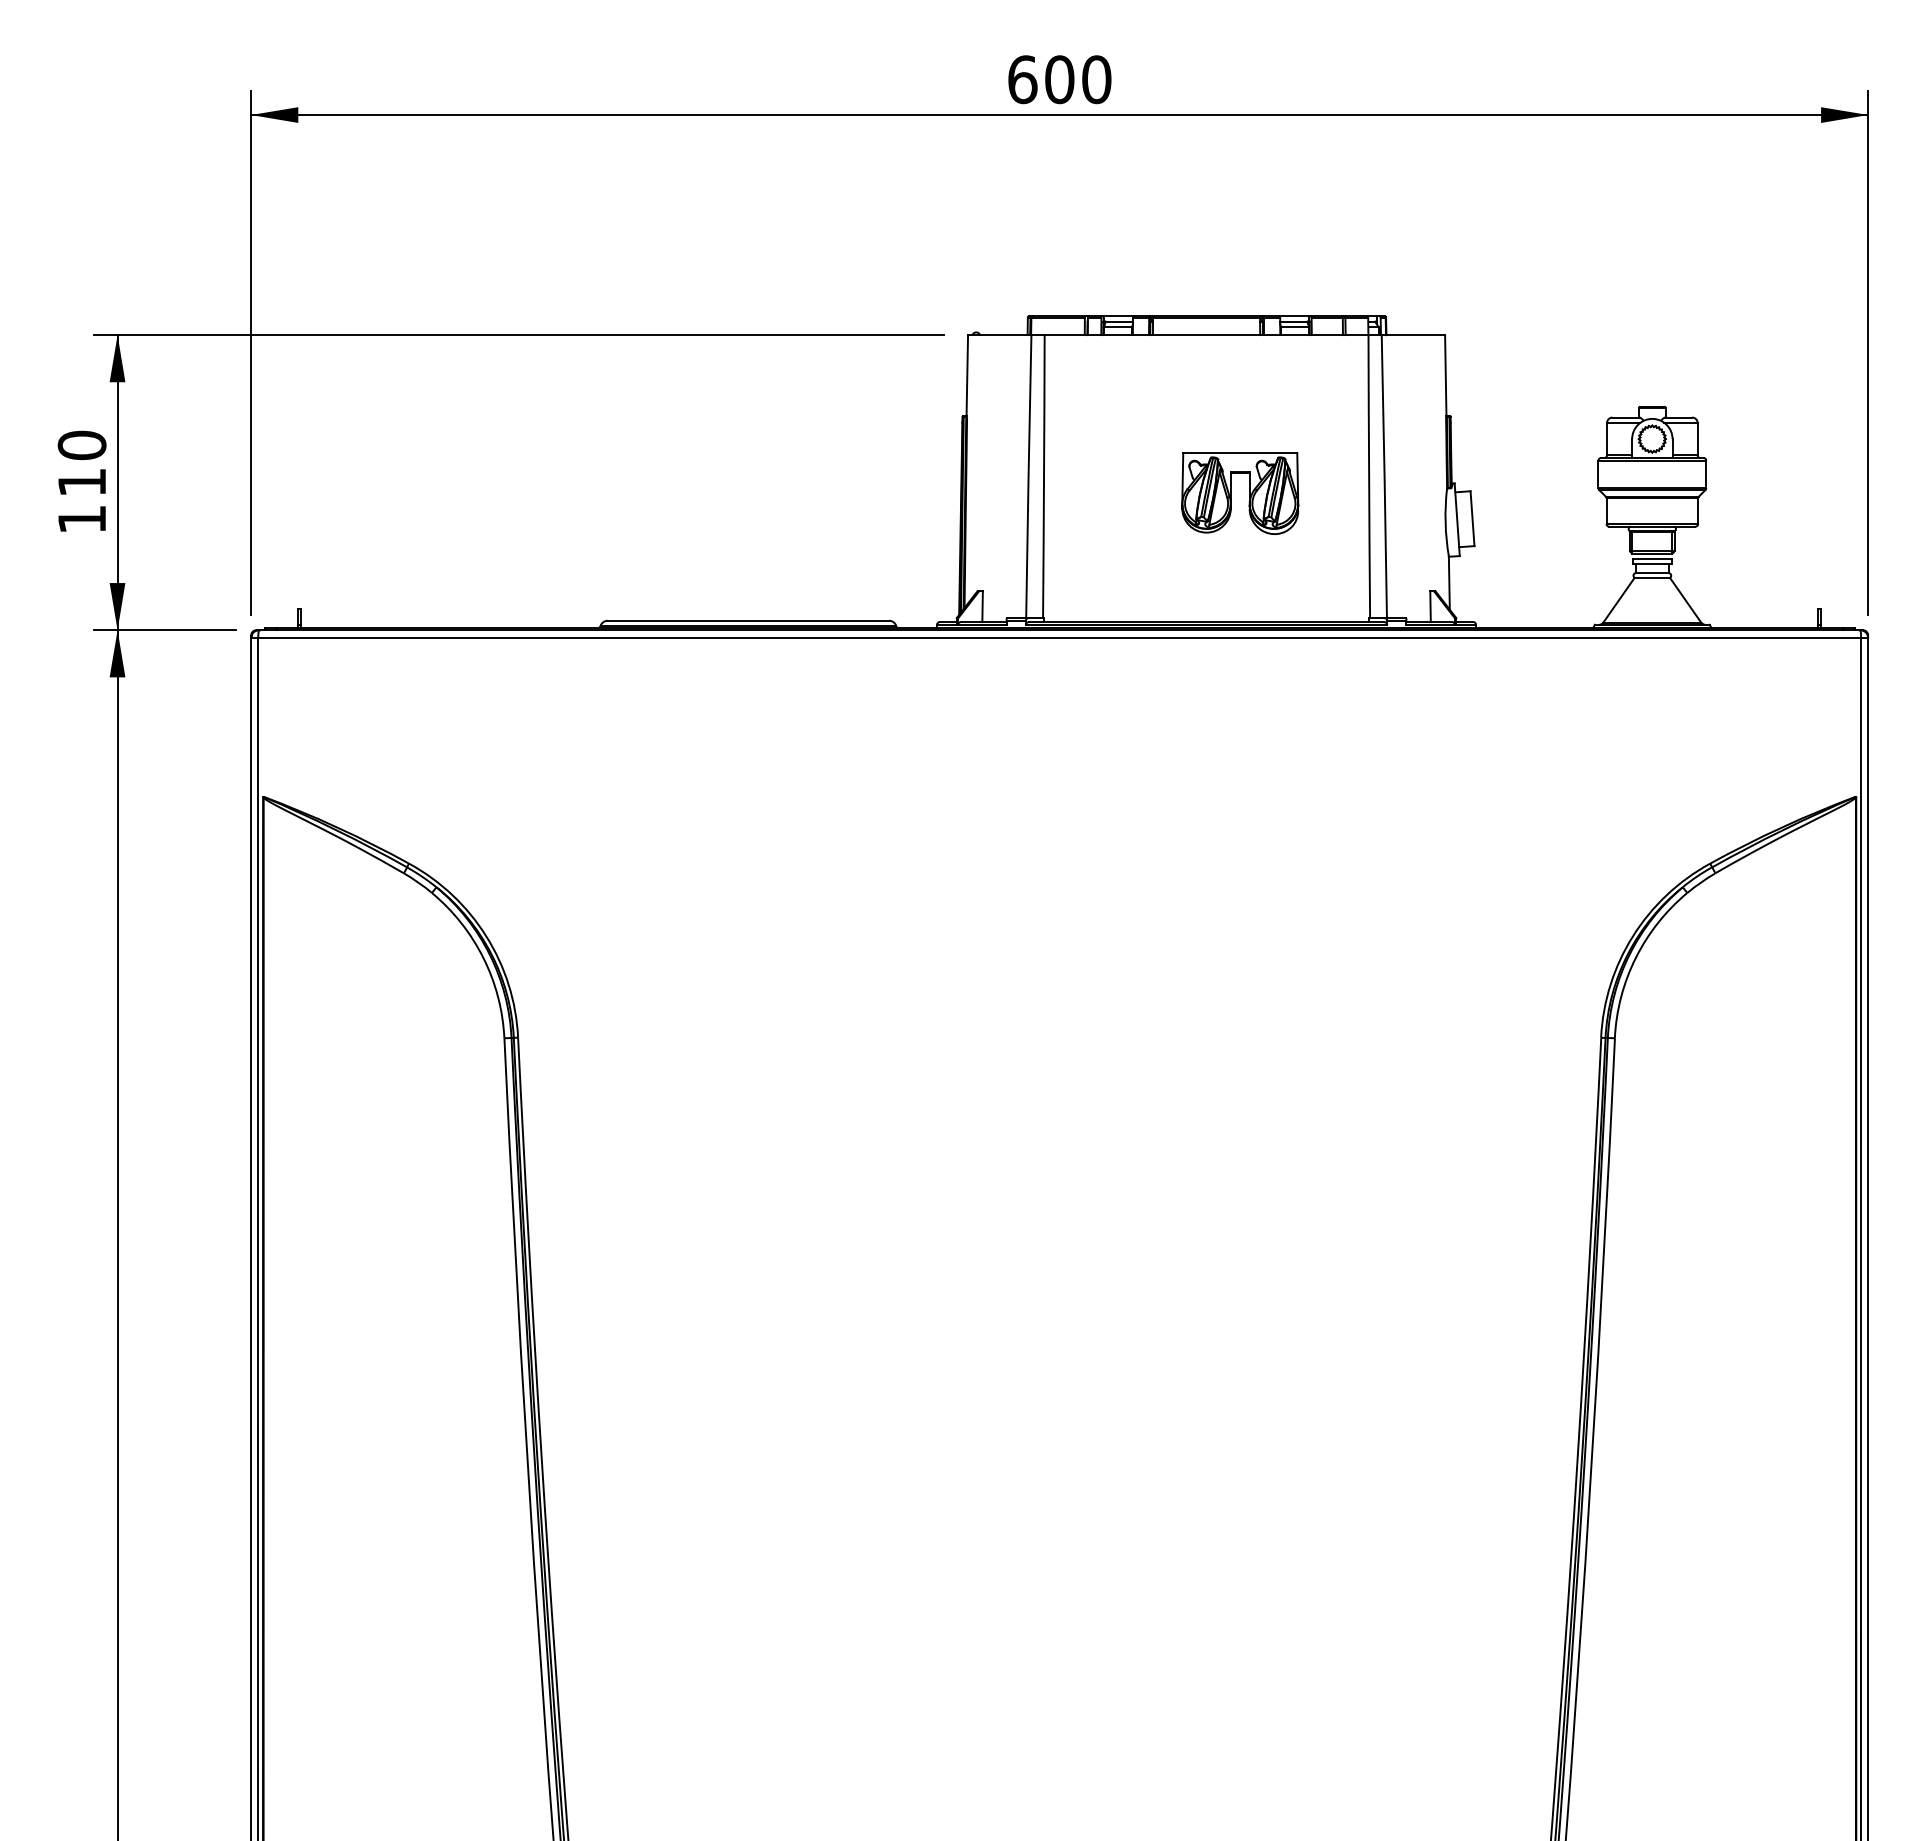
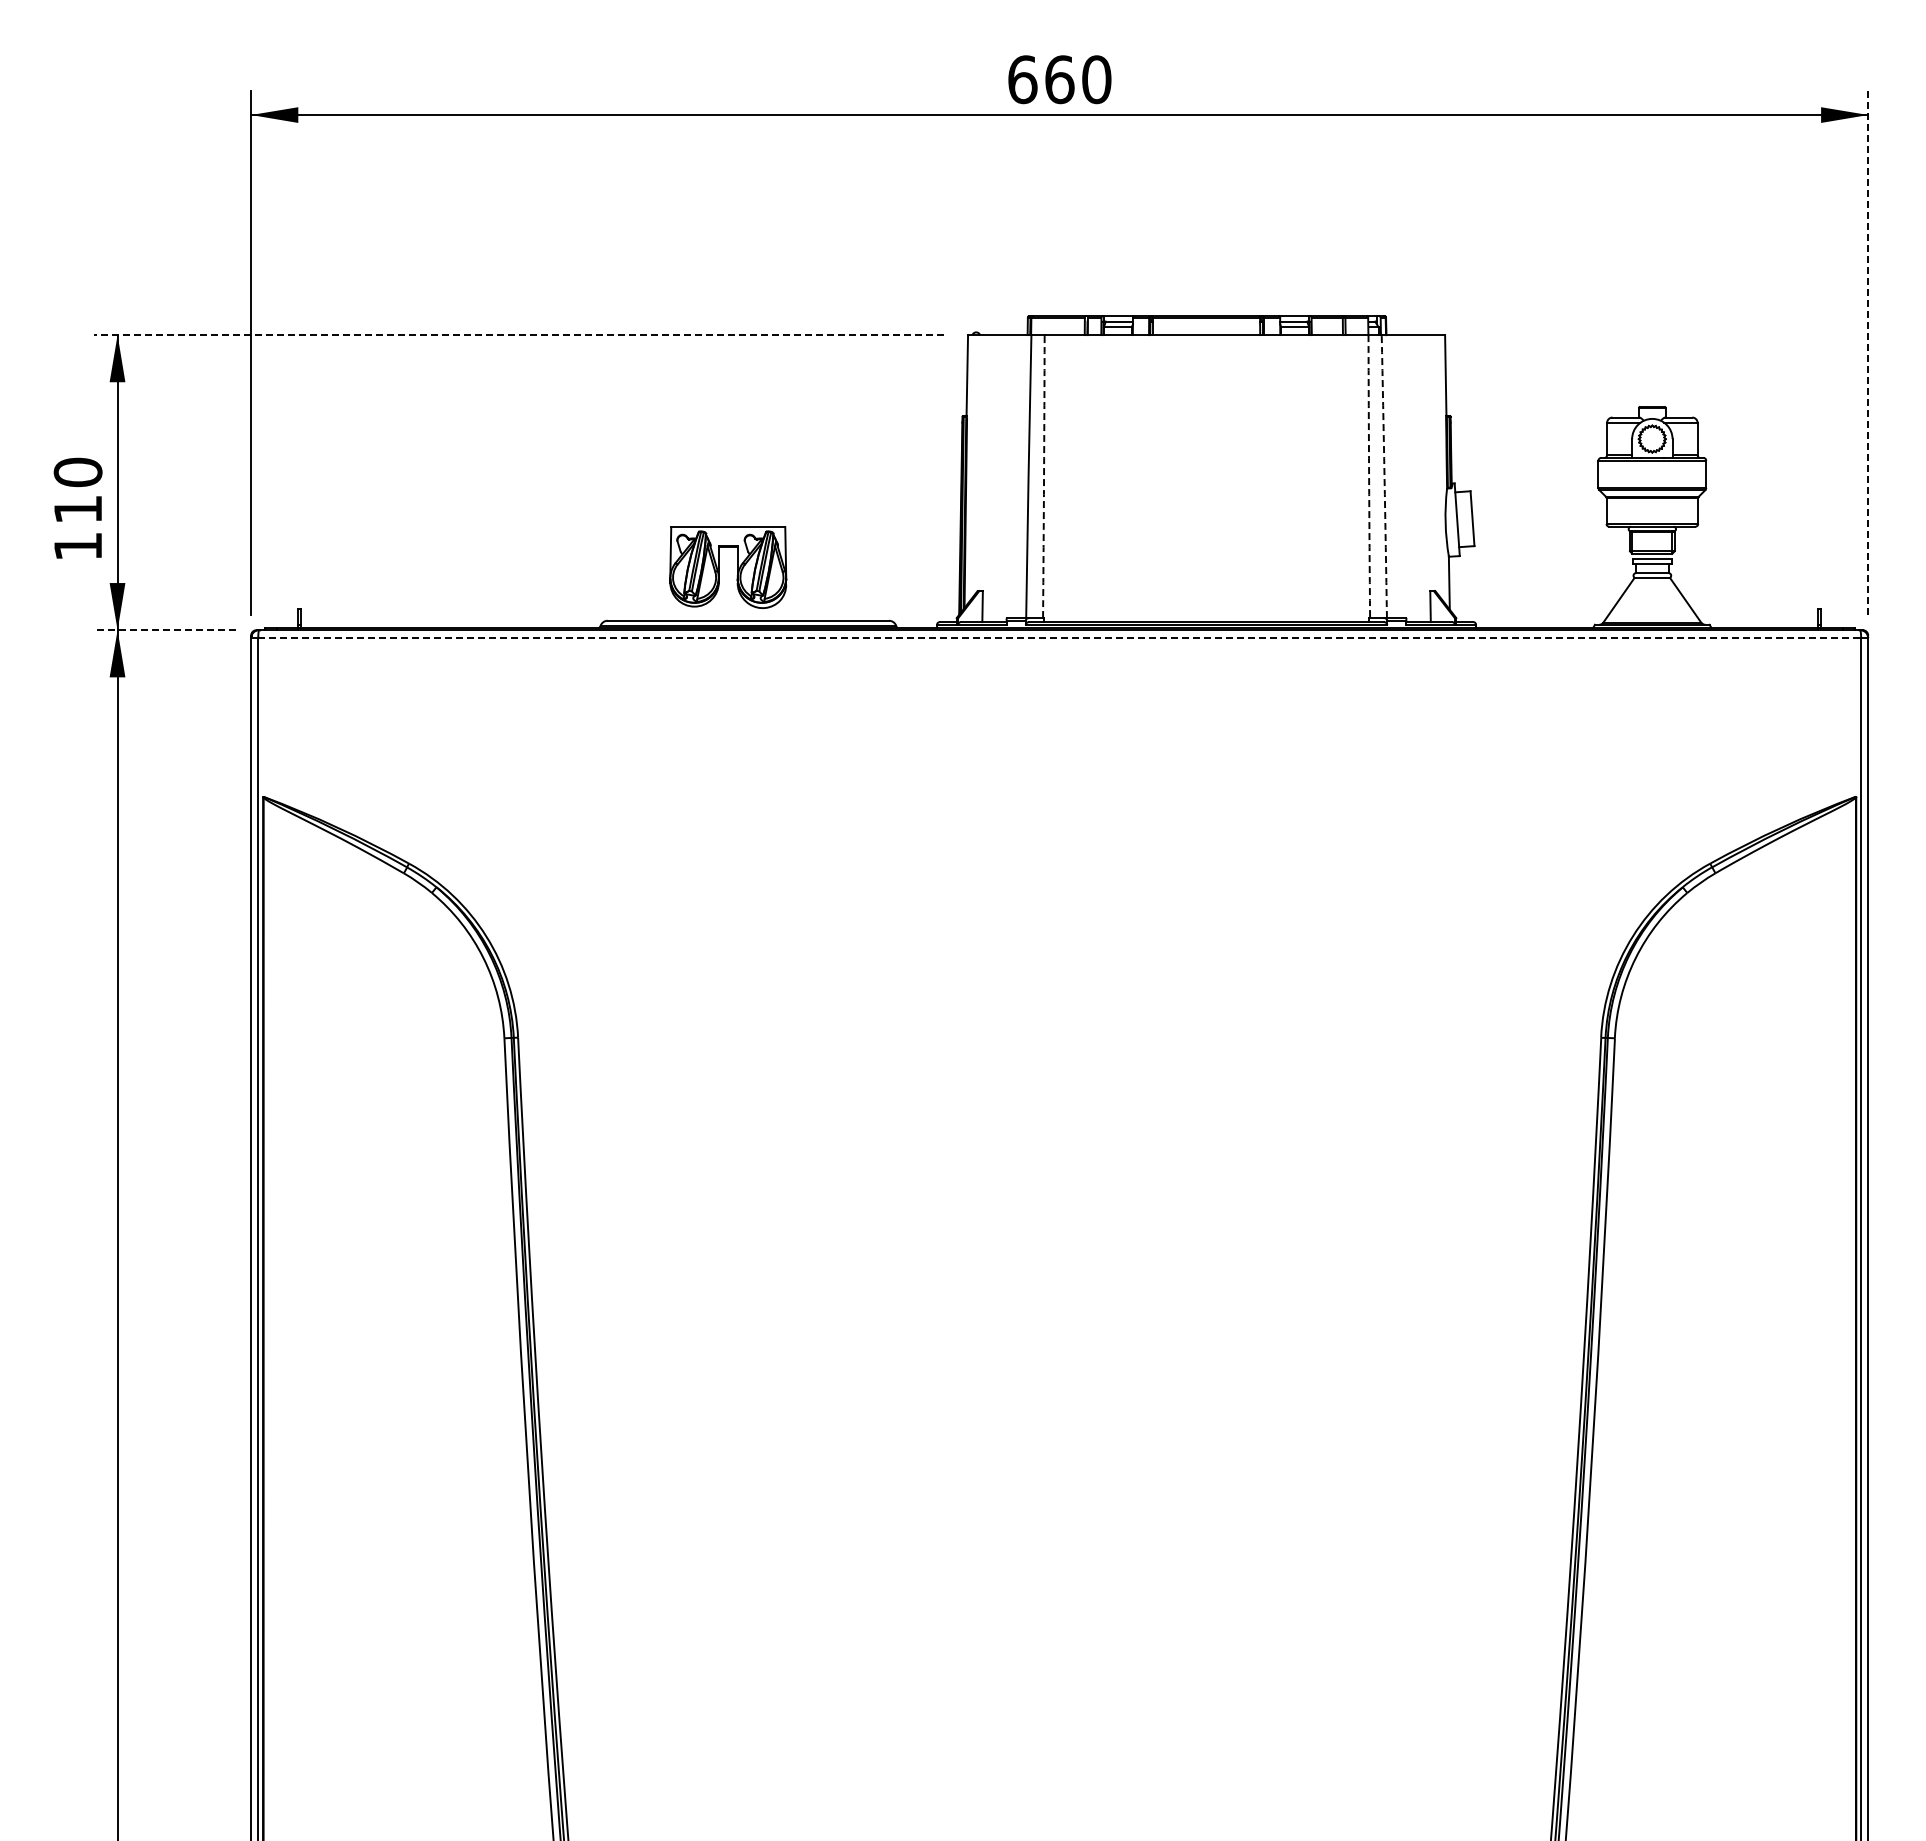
text at (1059, 79): 600 -> 660
line at (518, 335): solid -> dashed
line at (1868, 353): solid -> dashed
arc at (1044, 476): solid -> dashed
arc at (1369, 476): solid -> dashed
arc at (1384, 476): solid -> dashed
text at (81, 480) position: (81, 480) -> (77, 507)
part at (1231, 493) position: (1231, 493) -> (719, 567)
line at (164, 630): solid -> dashed
line at (1060, 638): solid -> dashed
